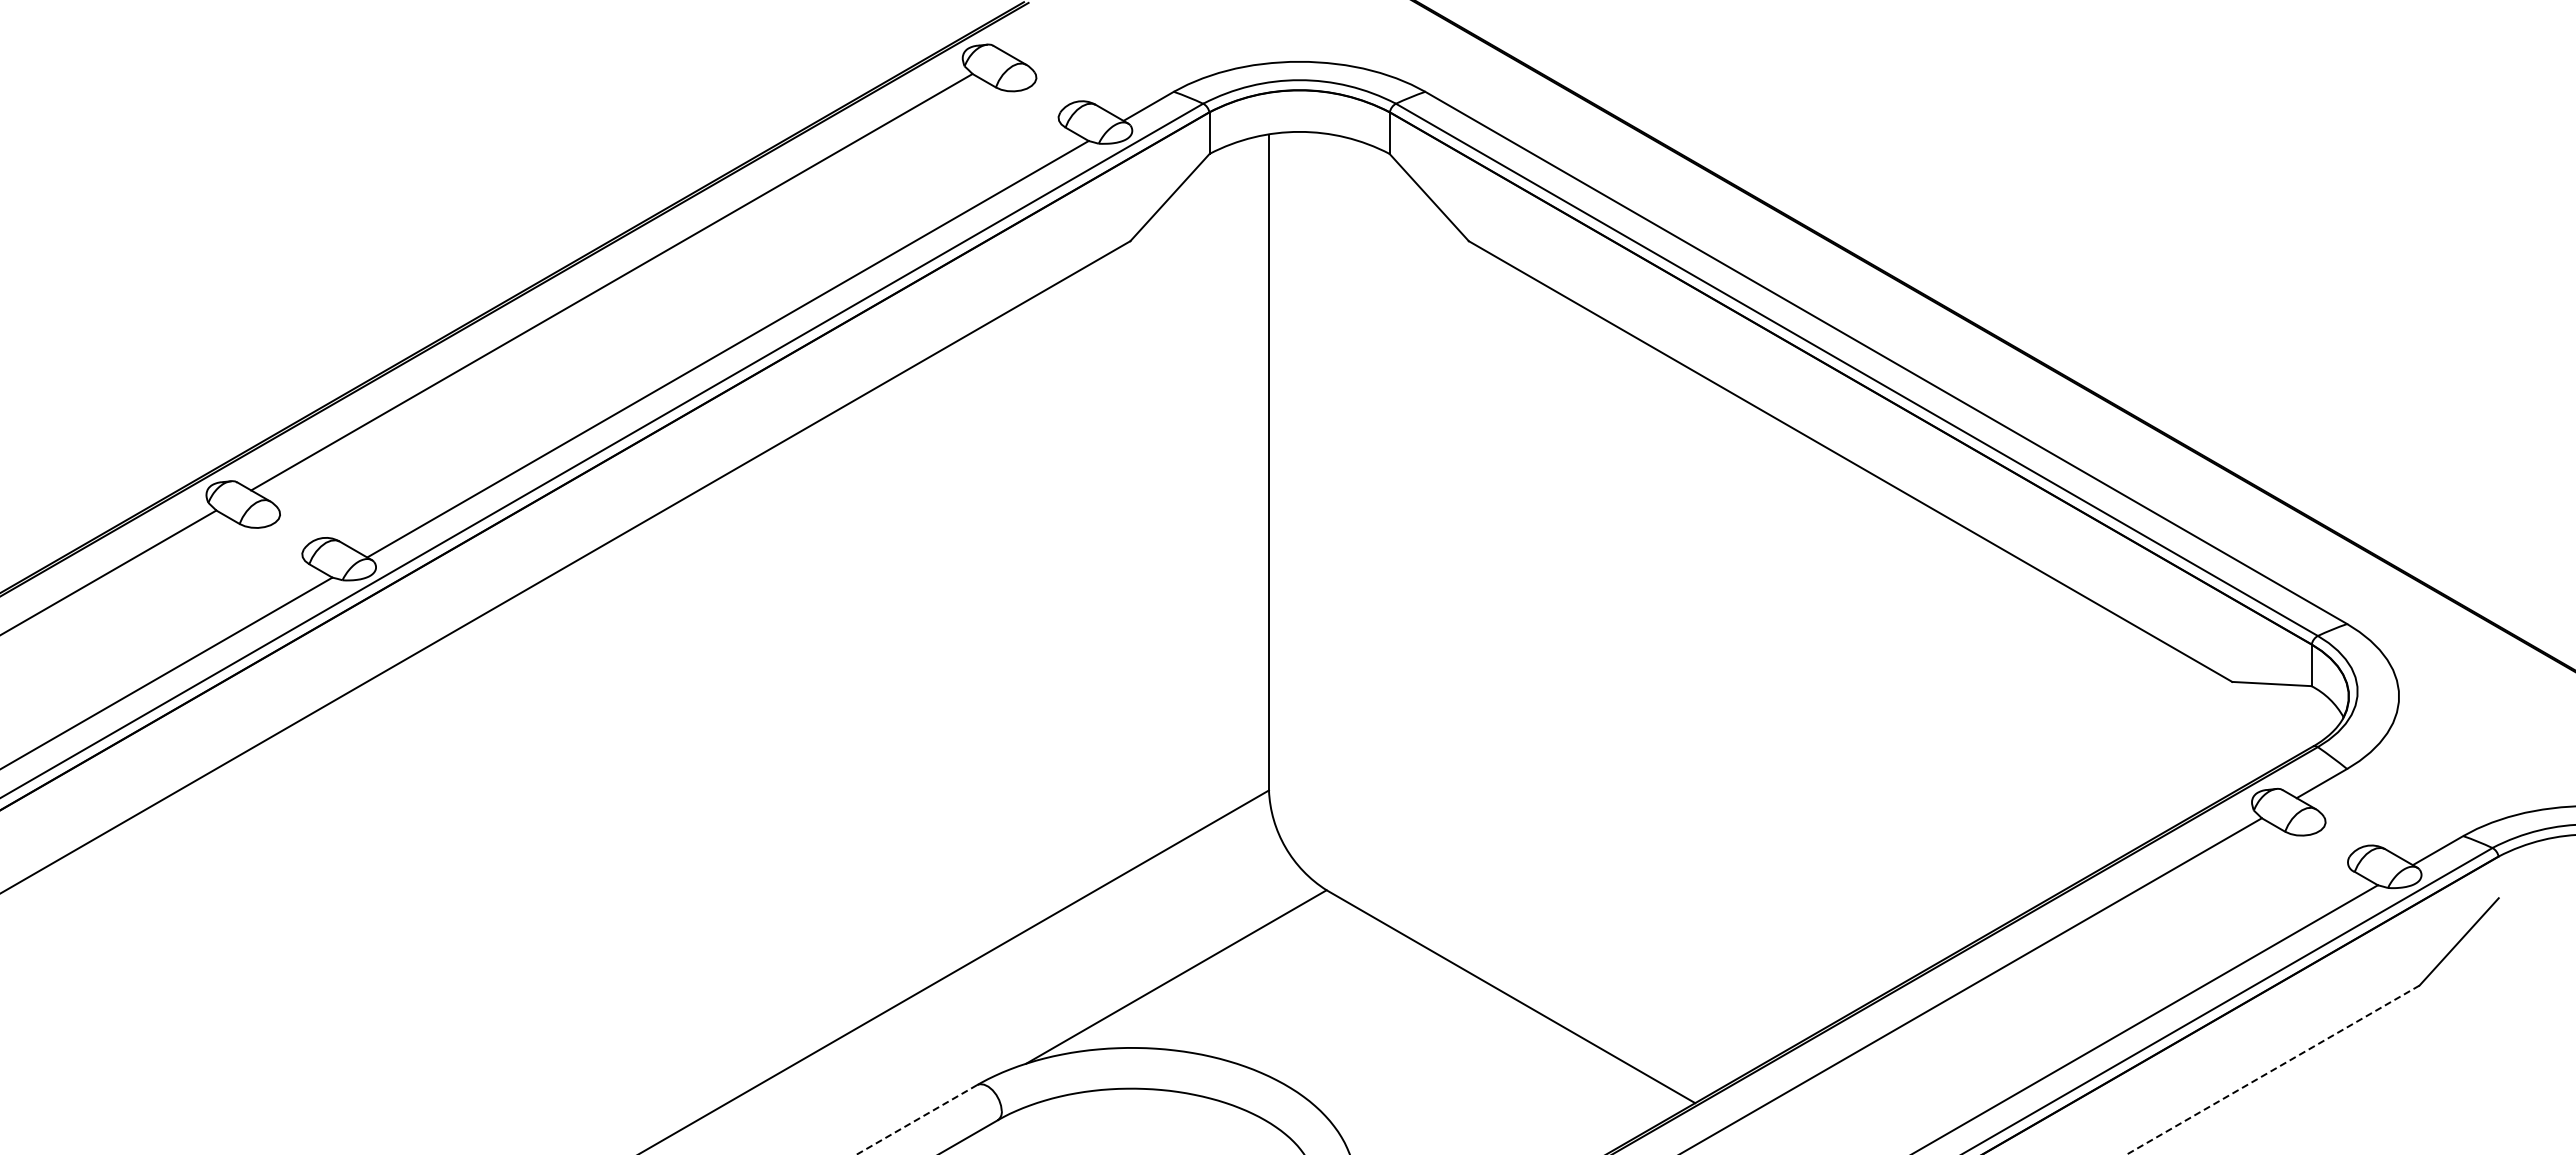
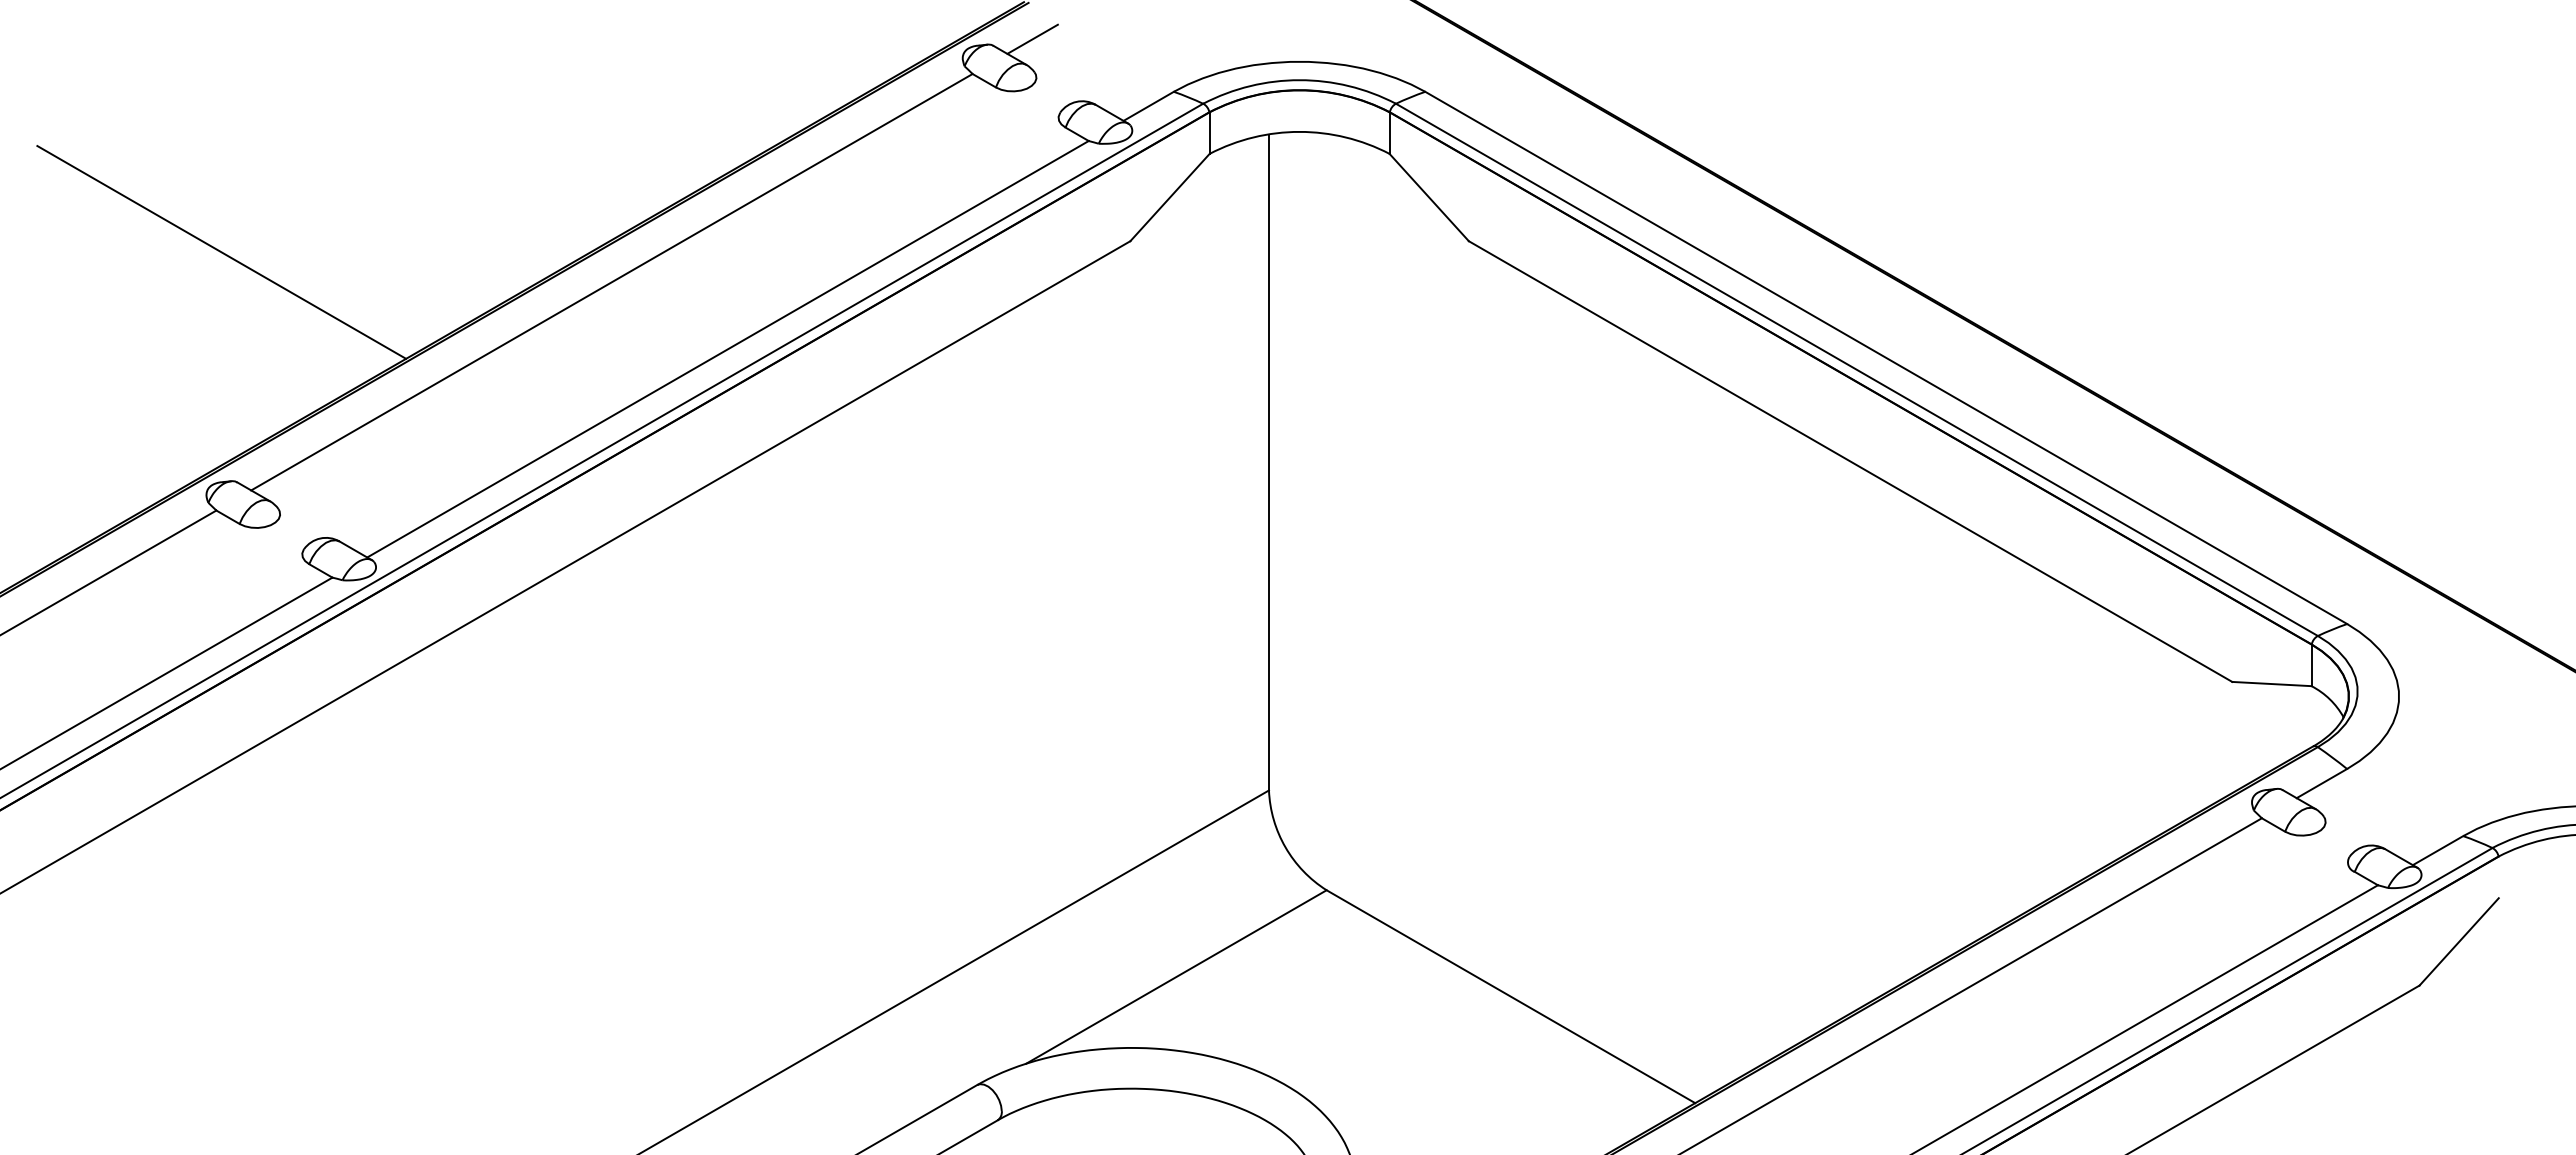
line at (1032, 38): none -> present
line at (221, 252): none -> present
line at (2272, 1070): dashed -> solid
line at (916, 1120): dashed -> solid
